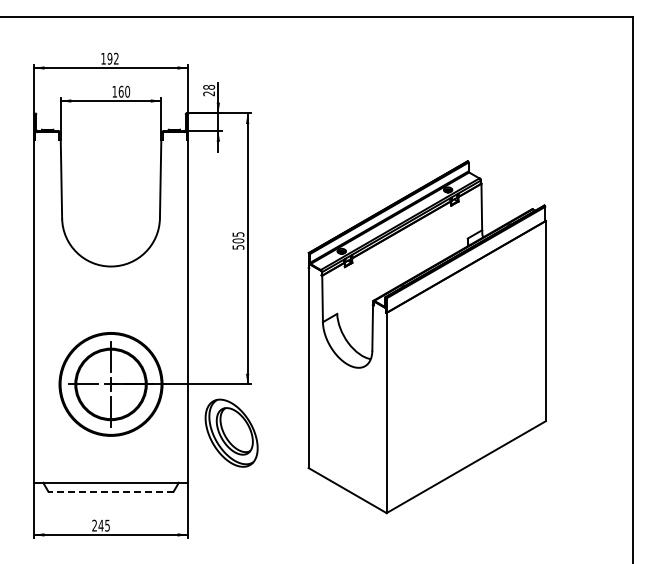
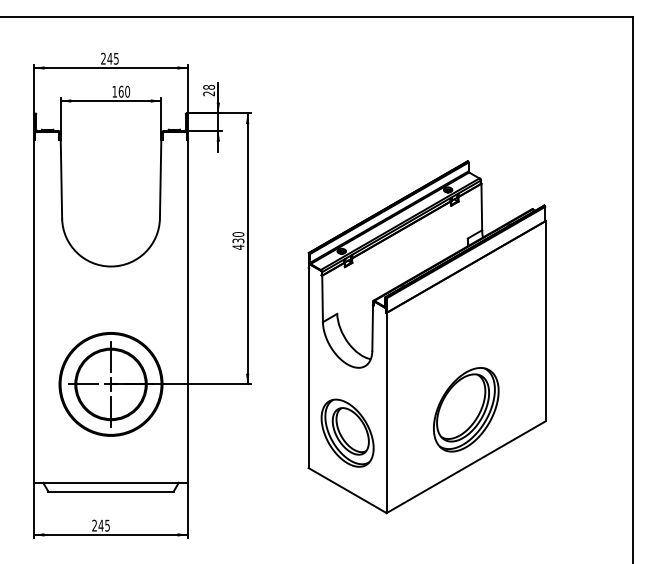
text at (109, 58): 192 -> 245
text at (238, 240): 505 -> 430
part at (466, 409): none -> present
part at (231, 432) position: (231, 432) -> (347, 432)
line at (111, 491): dashed -> solid
